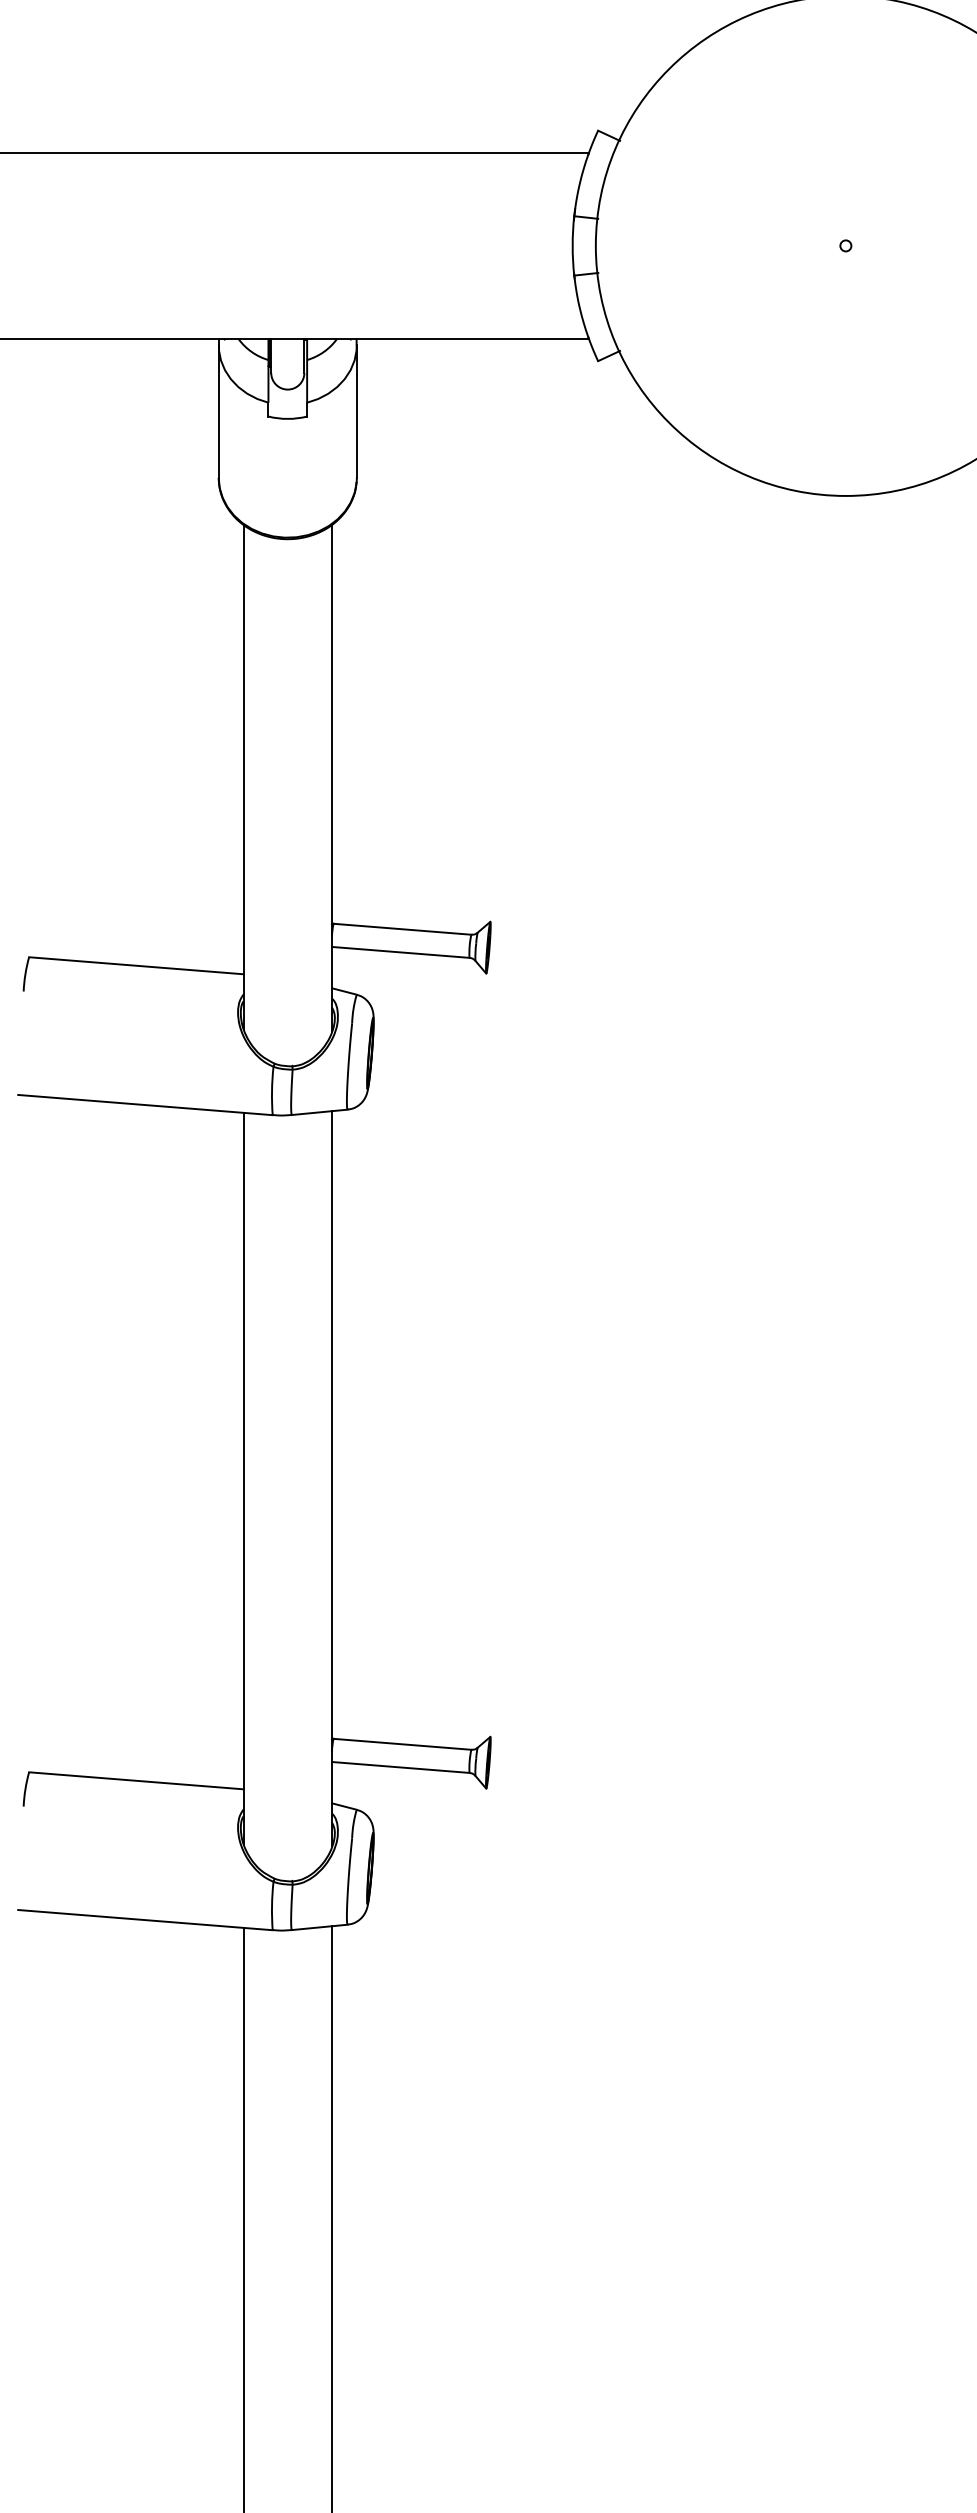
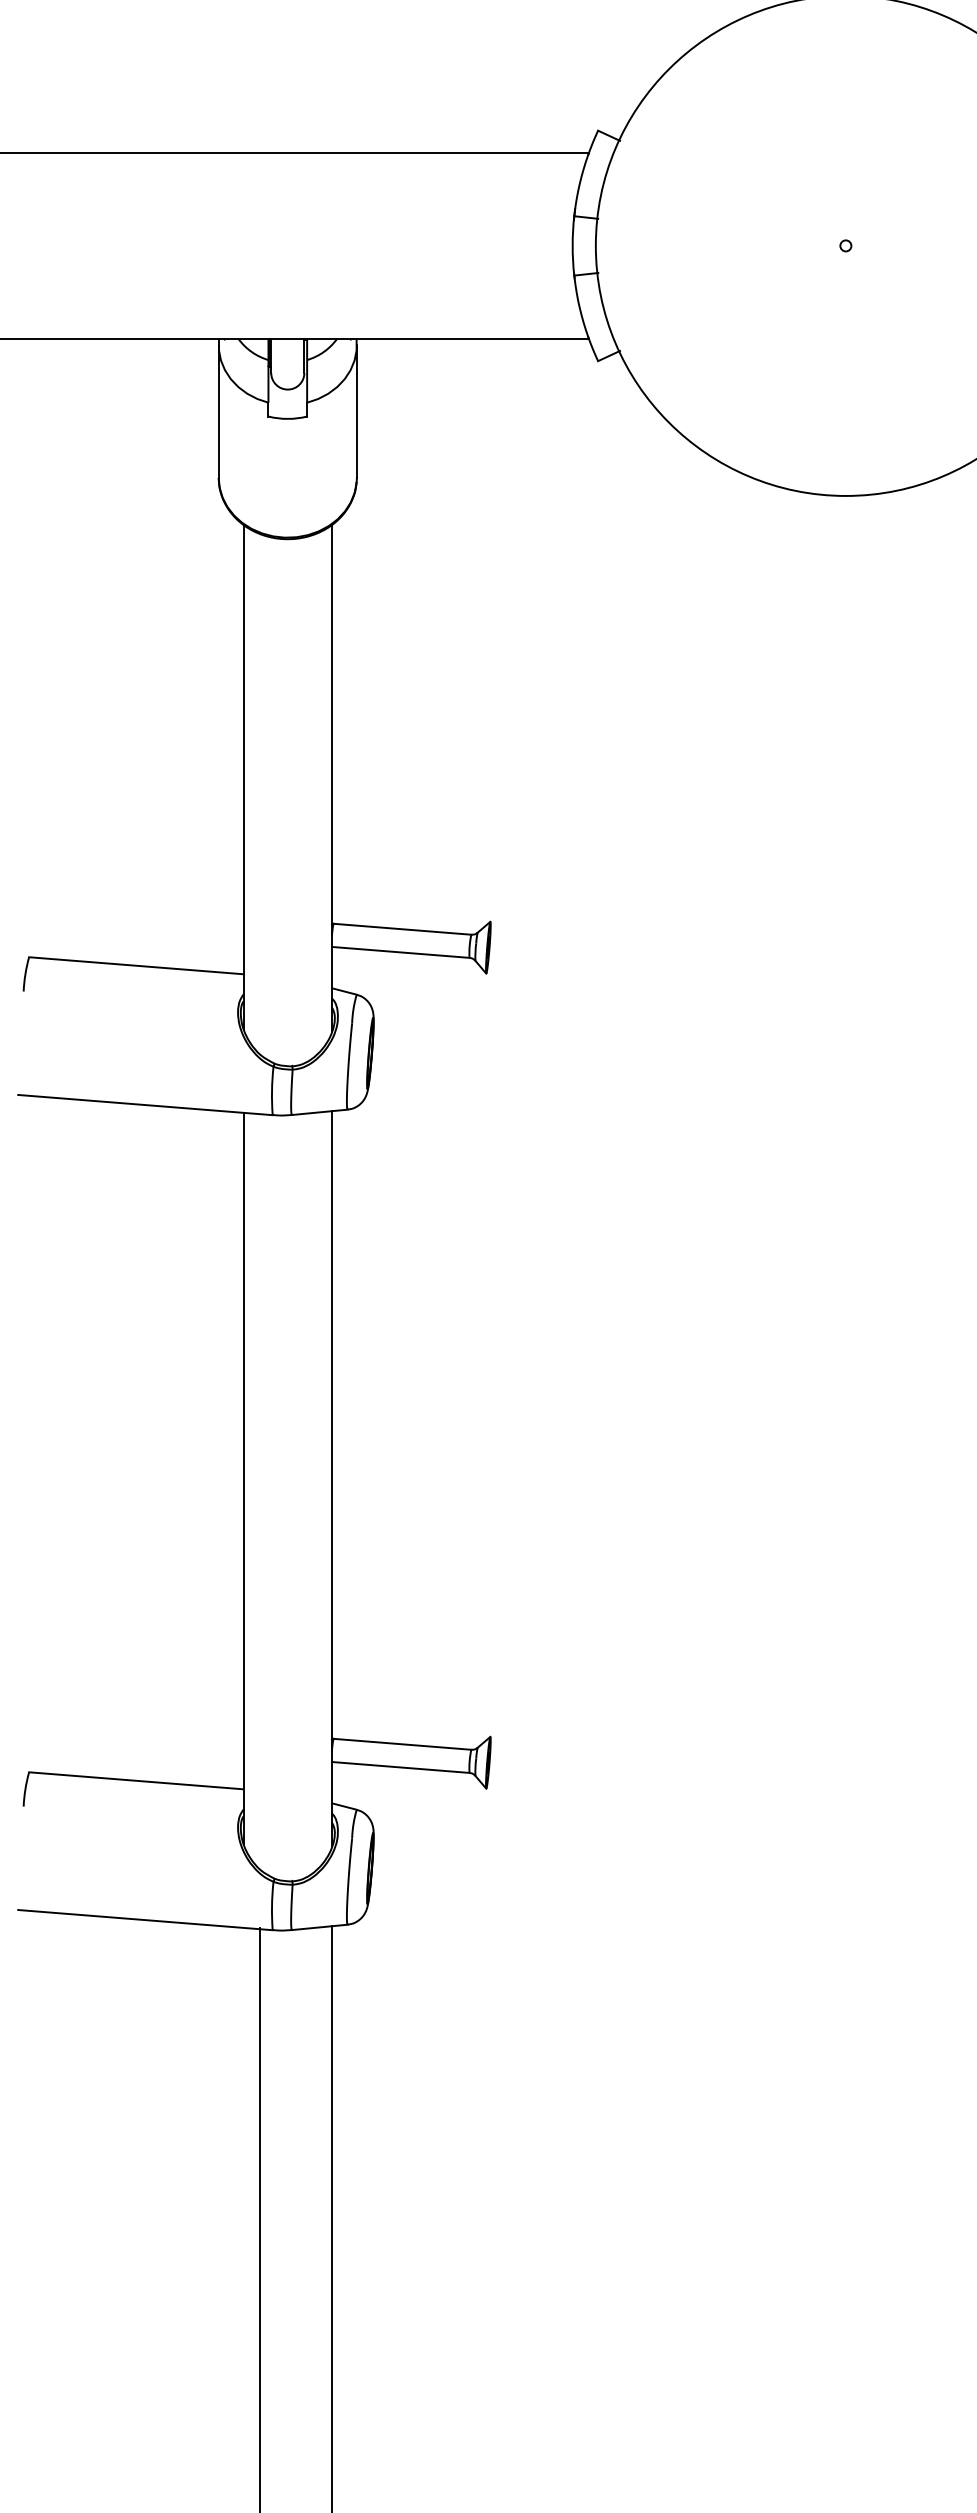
line at (243, 2218) position: (243, 2218) -> (259, 2218)
